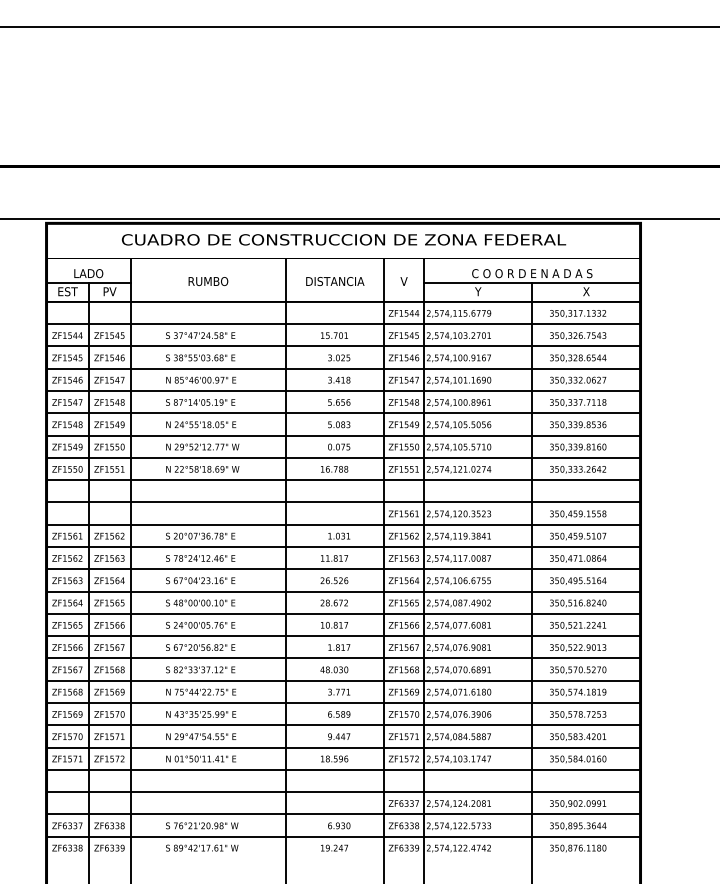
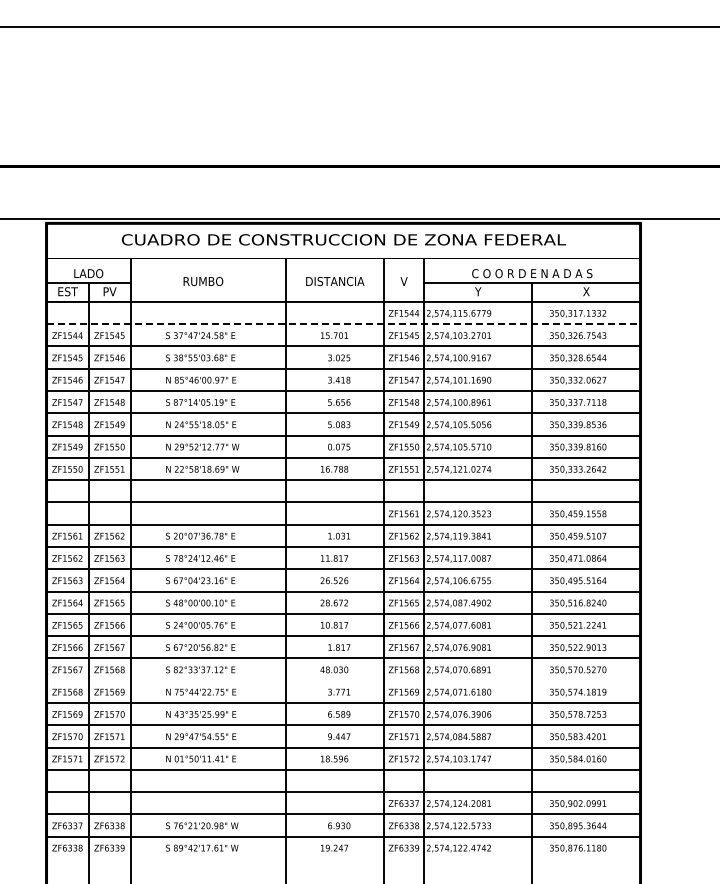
text at (208, 281) position: (208, 281) -> (203, 281)
line at (343, 324): solid -> dashed
line at (343, 680): present -> none
